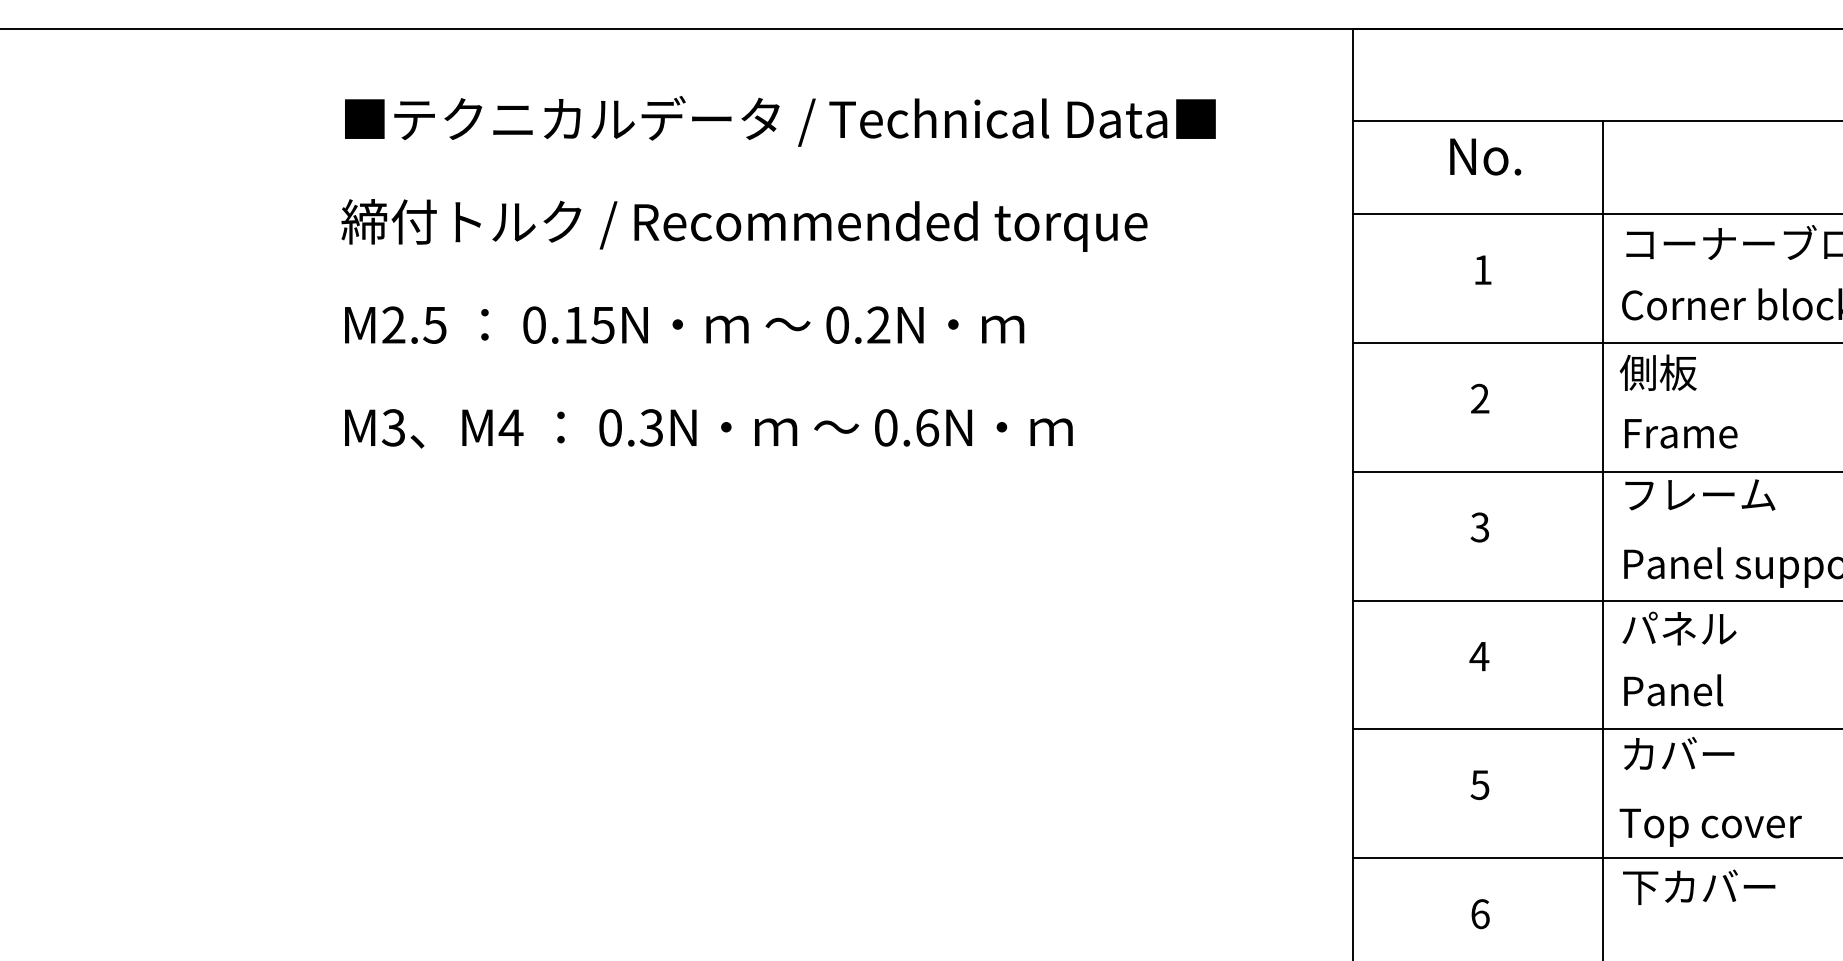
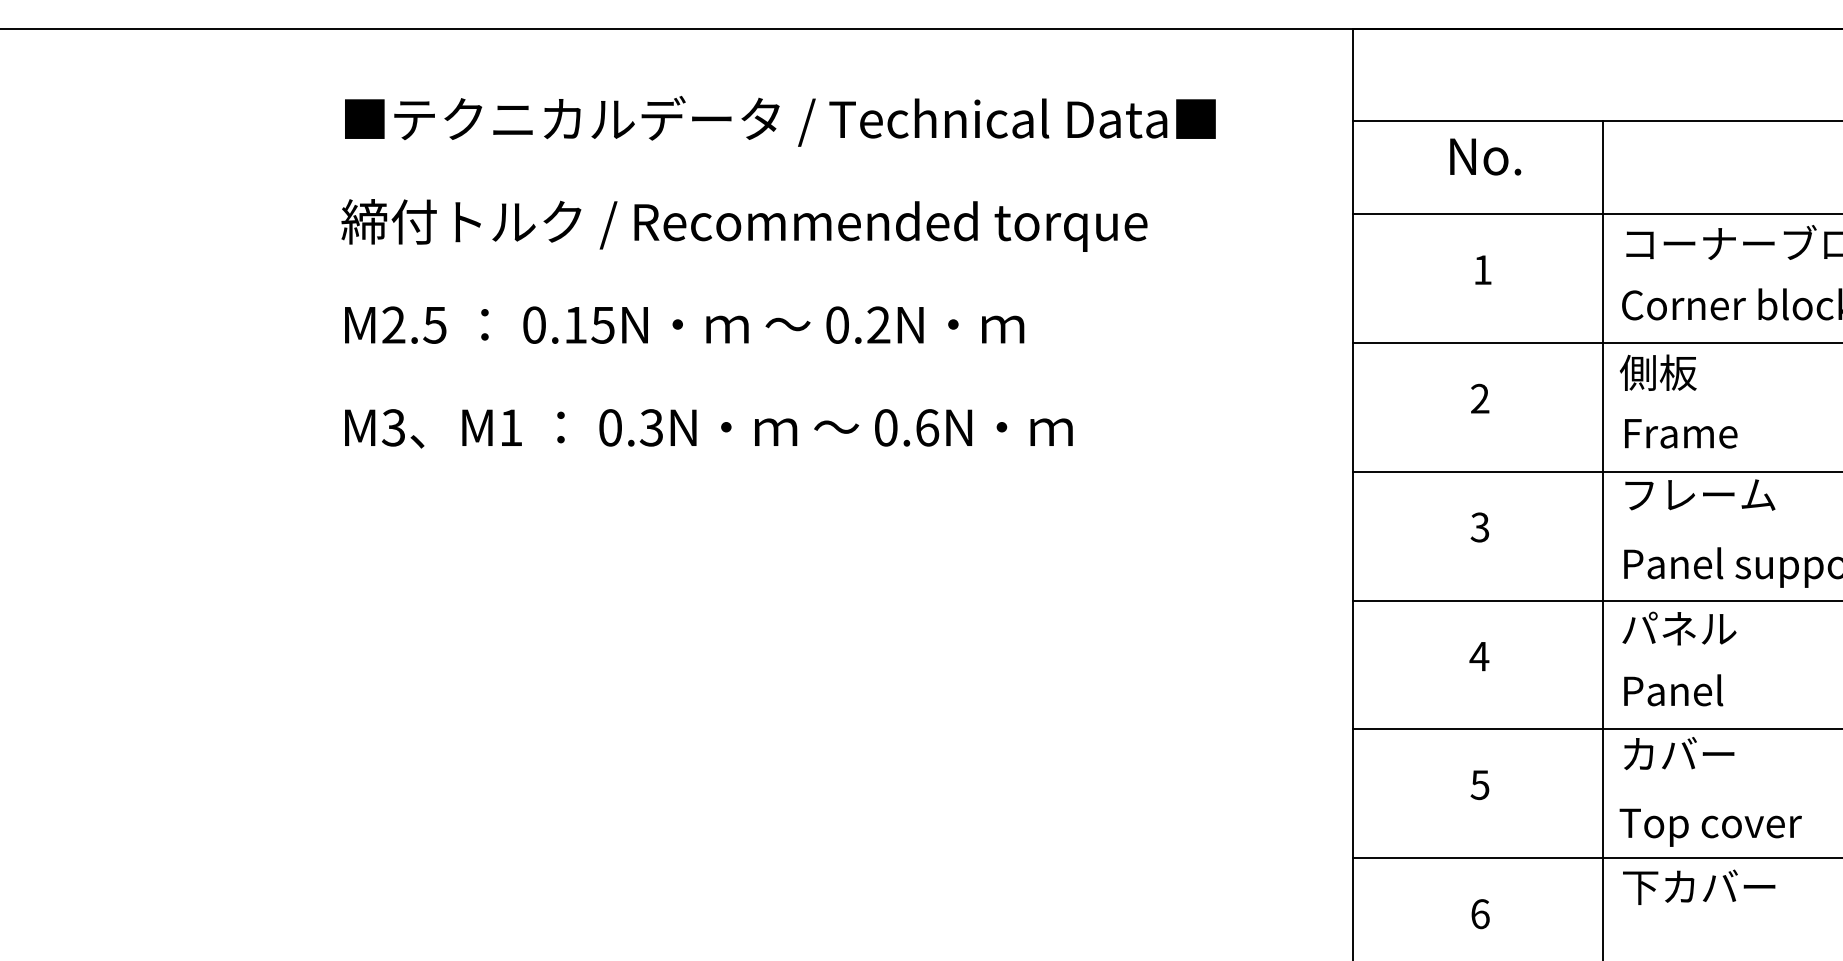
text at (510, 427): M4 -> M1
